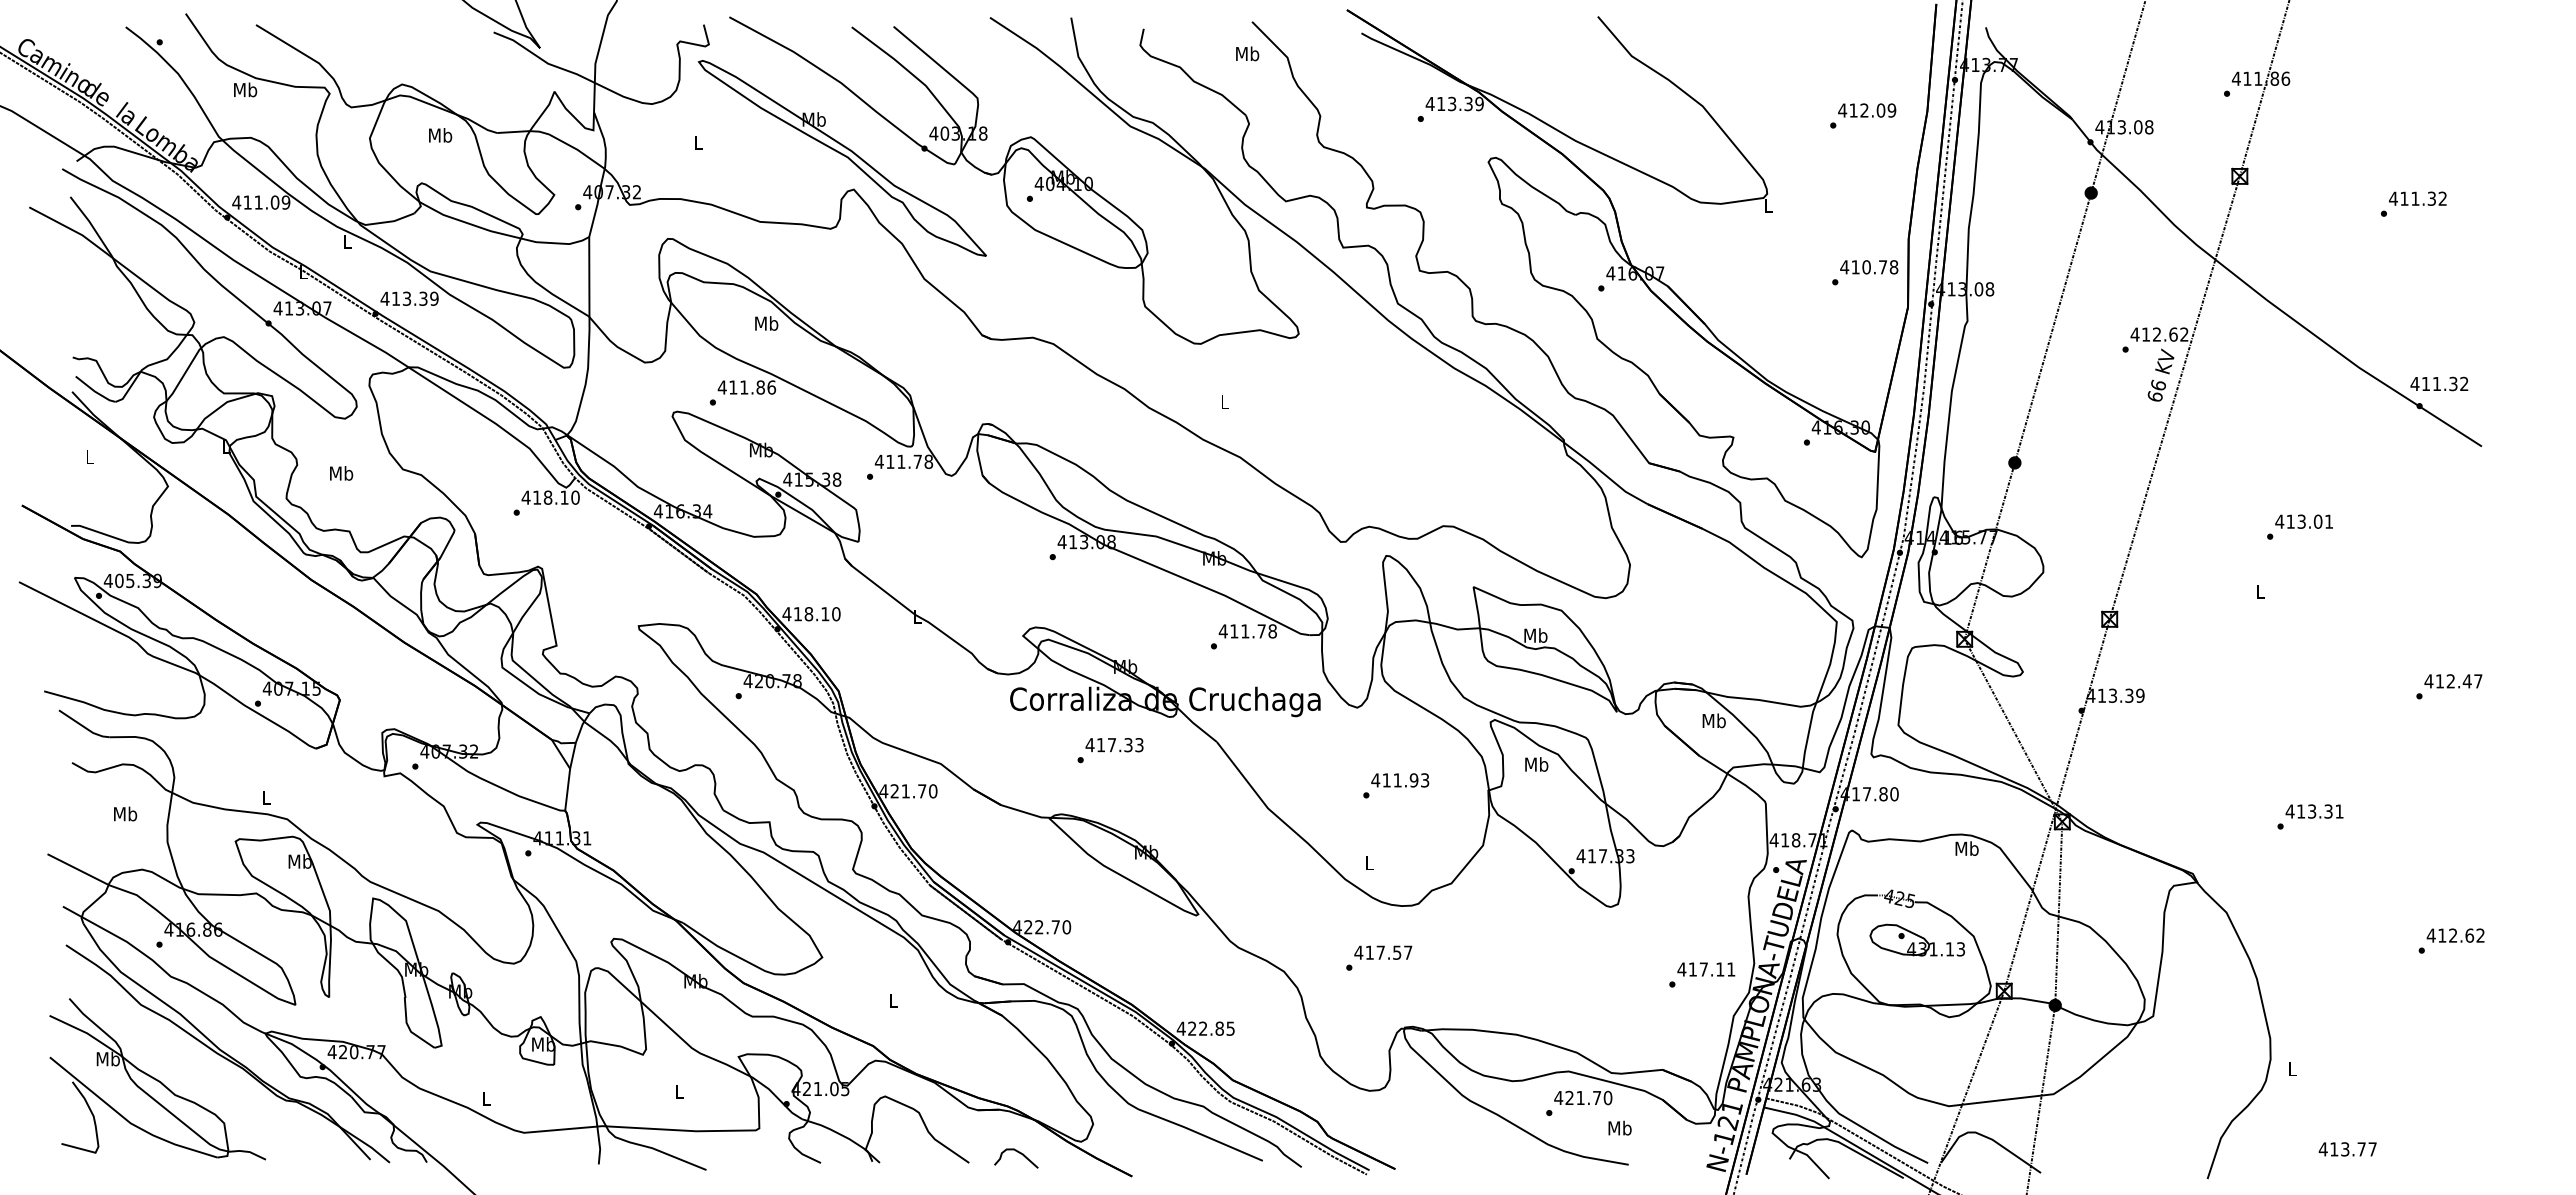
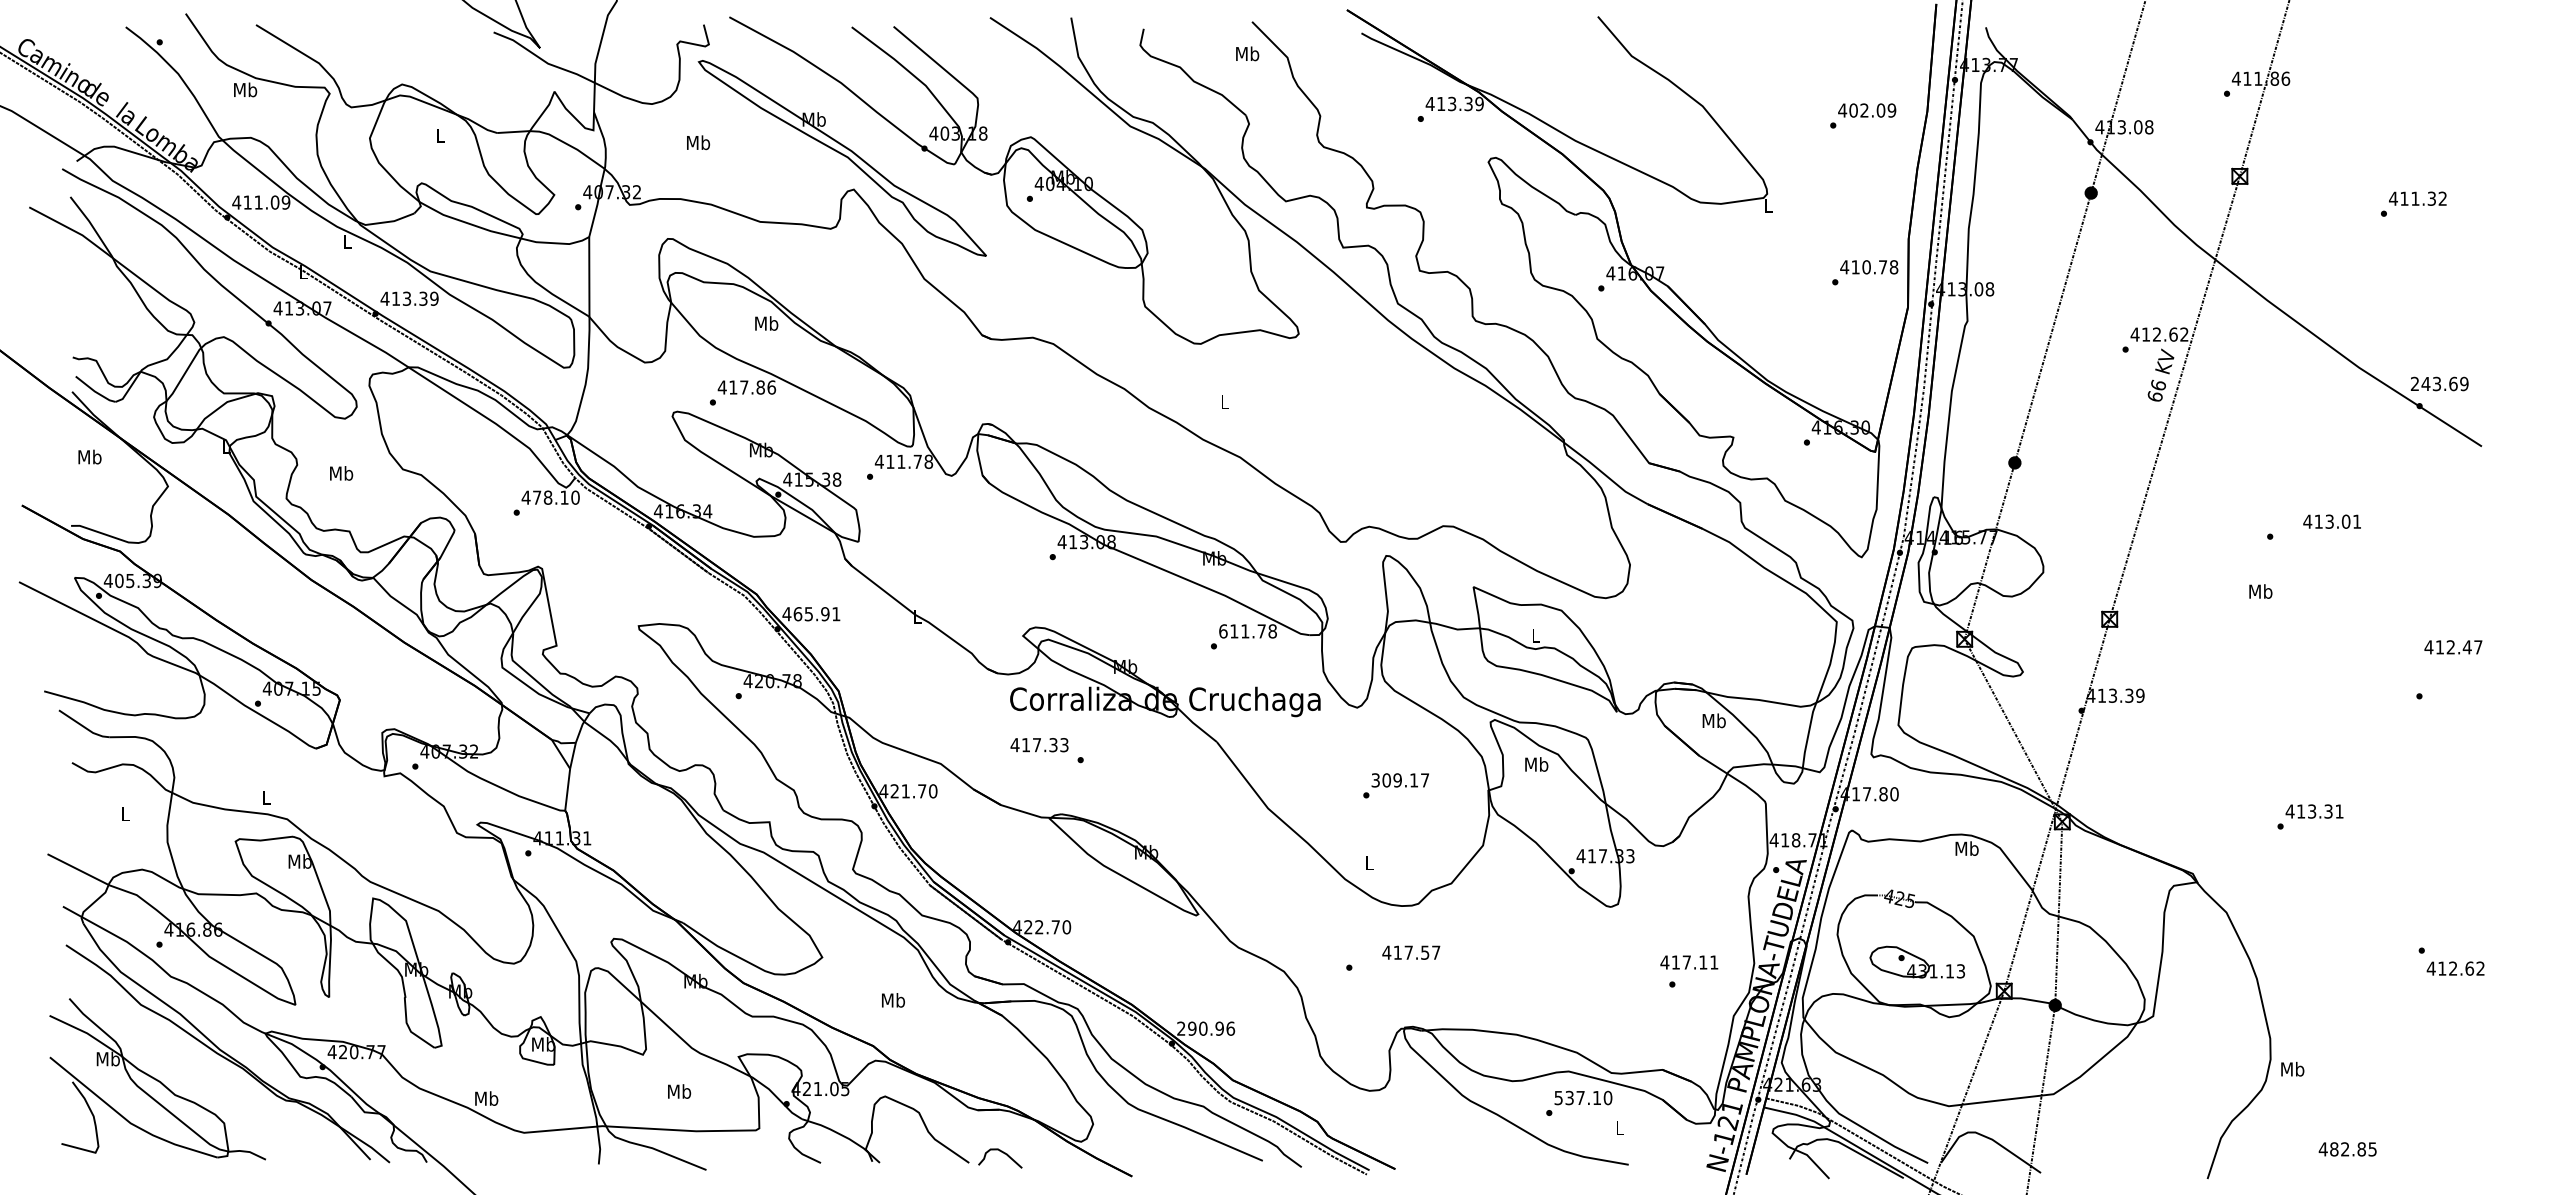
text at (1853, 110): 412.09 -> 402.09
text at (440, 135): Mb -> L
text at (698, 142): L -> Mb
text at (2439, 383): 411.32 -> 243.69
text at (744, 387): 411.86 -> 417.86
text at (89, 456): L -> Mb
text at (537, 497): 418.10 -> 478.10
text at (2303, 521) position: (2303, 521) -> (2331, 521)
text at (2260, 591): L -> Mb
text at (816, 614): 418.10 -> 465.91
text at (1222, 631): 411.78 -> 611.78
text at (1535, 635): Mb -> L
text at (2453, 681) position: (2453, 681) -> (2453, 647)
text at (1114, 745) position: (1114, 745) -> (1039, 745)
text at (1400, 780): 411.93 -> 309.17
text at (125, 813): Mb -> L
text at (2455, 935) position: (2455, 935) -> (2455, 968)
part at (1916, 939) position: (1916, 939) -> (1916, 961)
text at (1383, 952) position: (1383, 952) -> (1411, 952)
text at (1706, 969) position: (1706, 969) -> (1689, 962)
text at (893, 1000): L -> Mb
text at (1205, 1028): 422.85 -> 290.96
text at (2292, 1068): L -> Mb
text at (679, 1091): L -> Mb
text at (486, 1098): L -> Mb
text at (1577, 1098): 421.70 -> 537.10
text at (1619, 1127): Mb -> L
text at (2353, 1149): 413.77 -> 482.85
curve at (1020, 1154) position: (1020, 1154) -> (1004, 1154)
